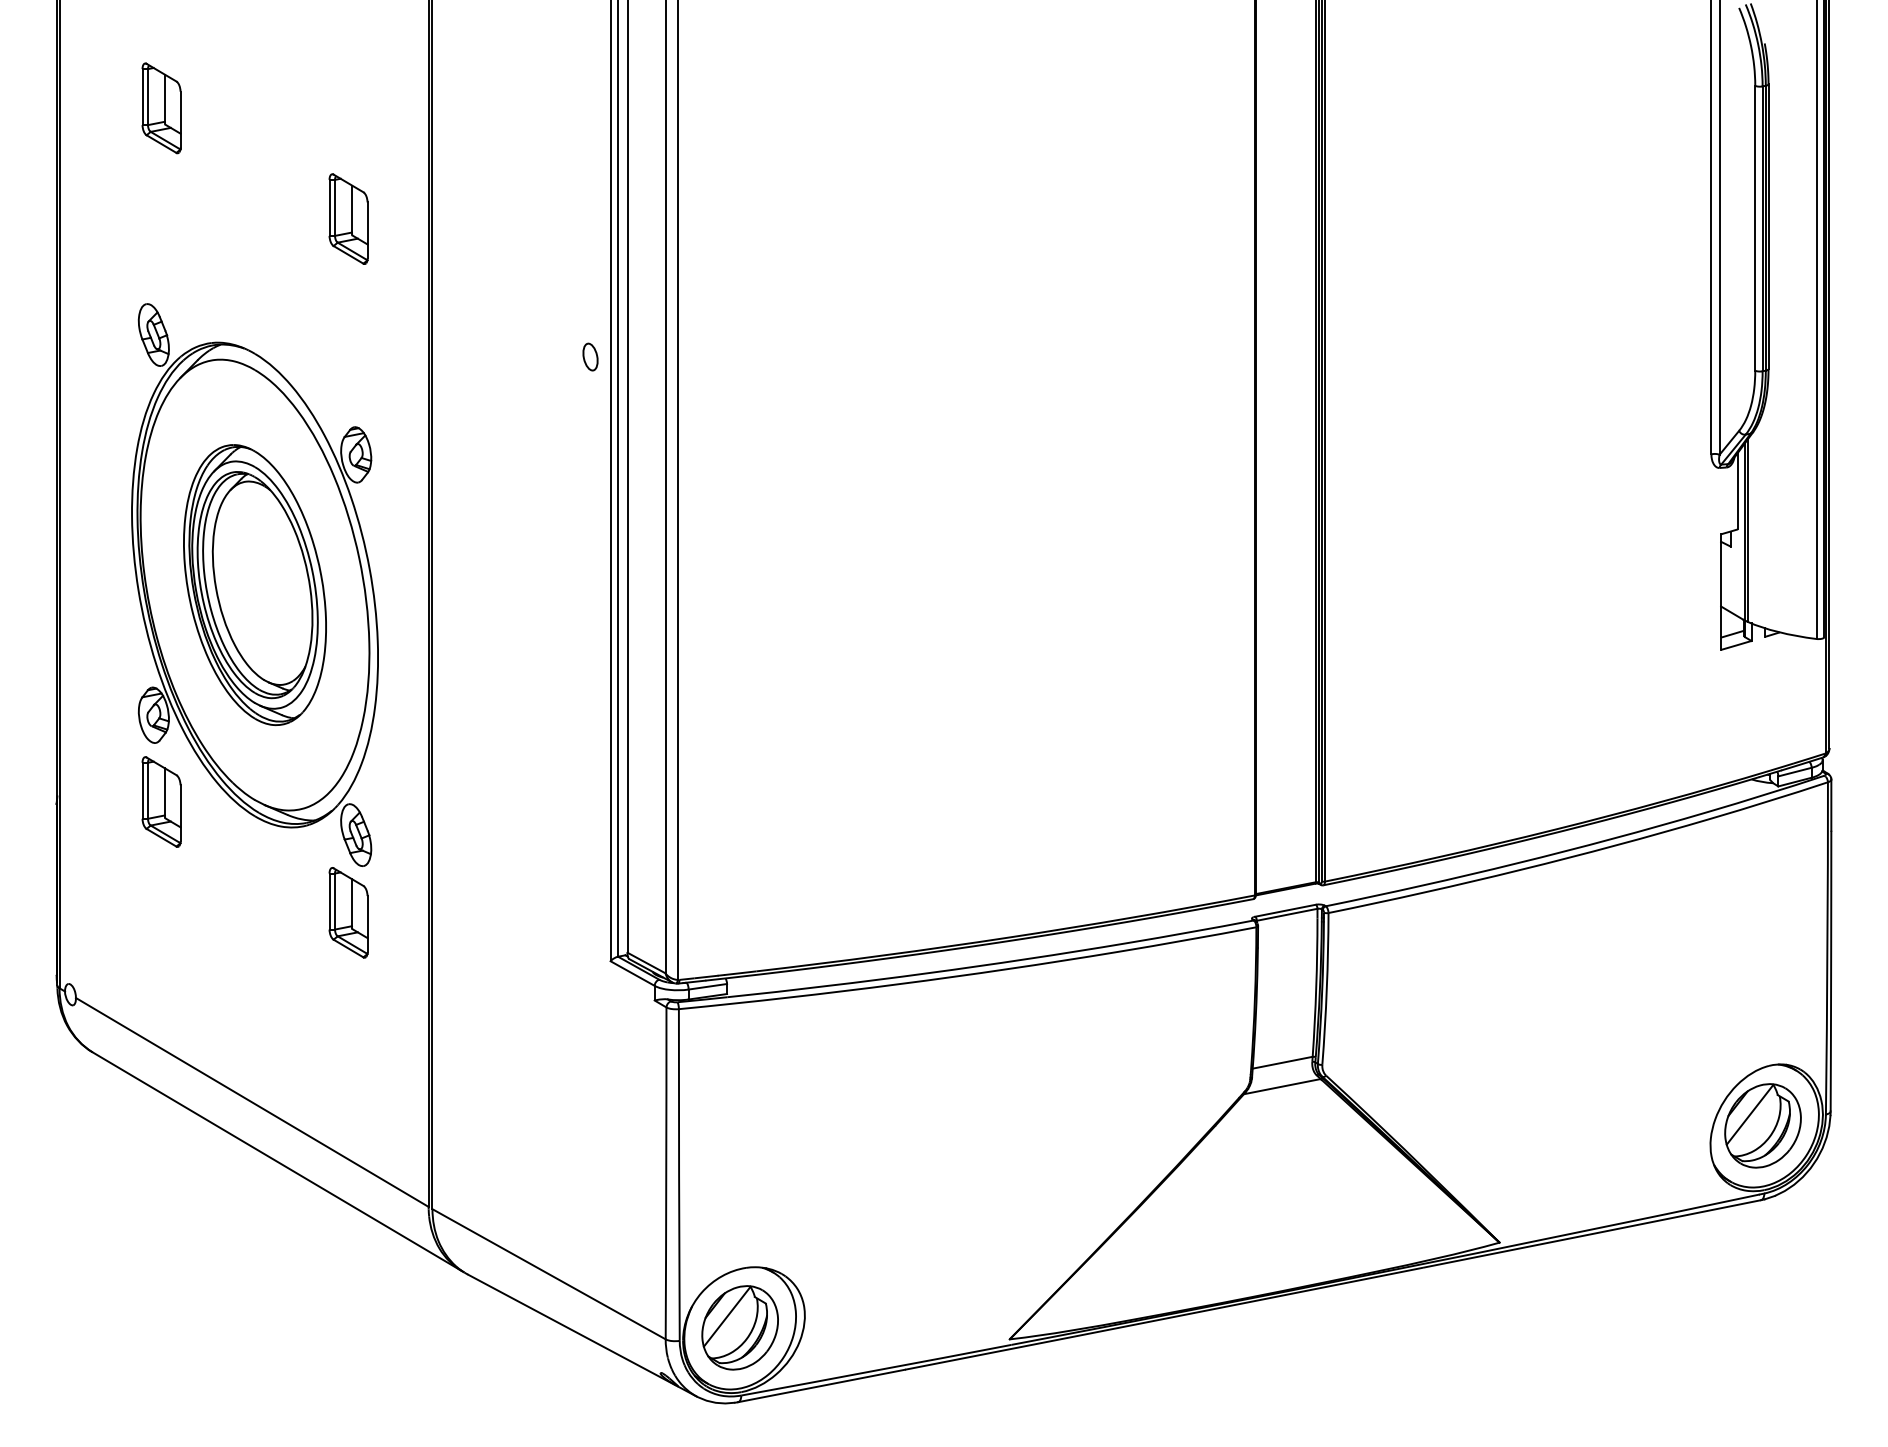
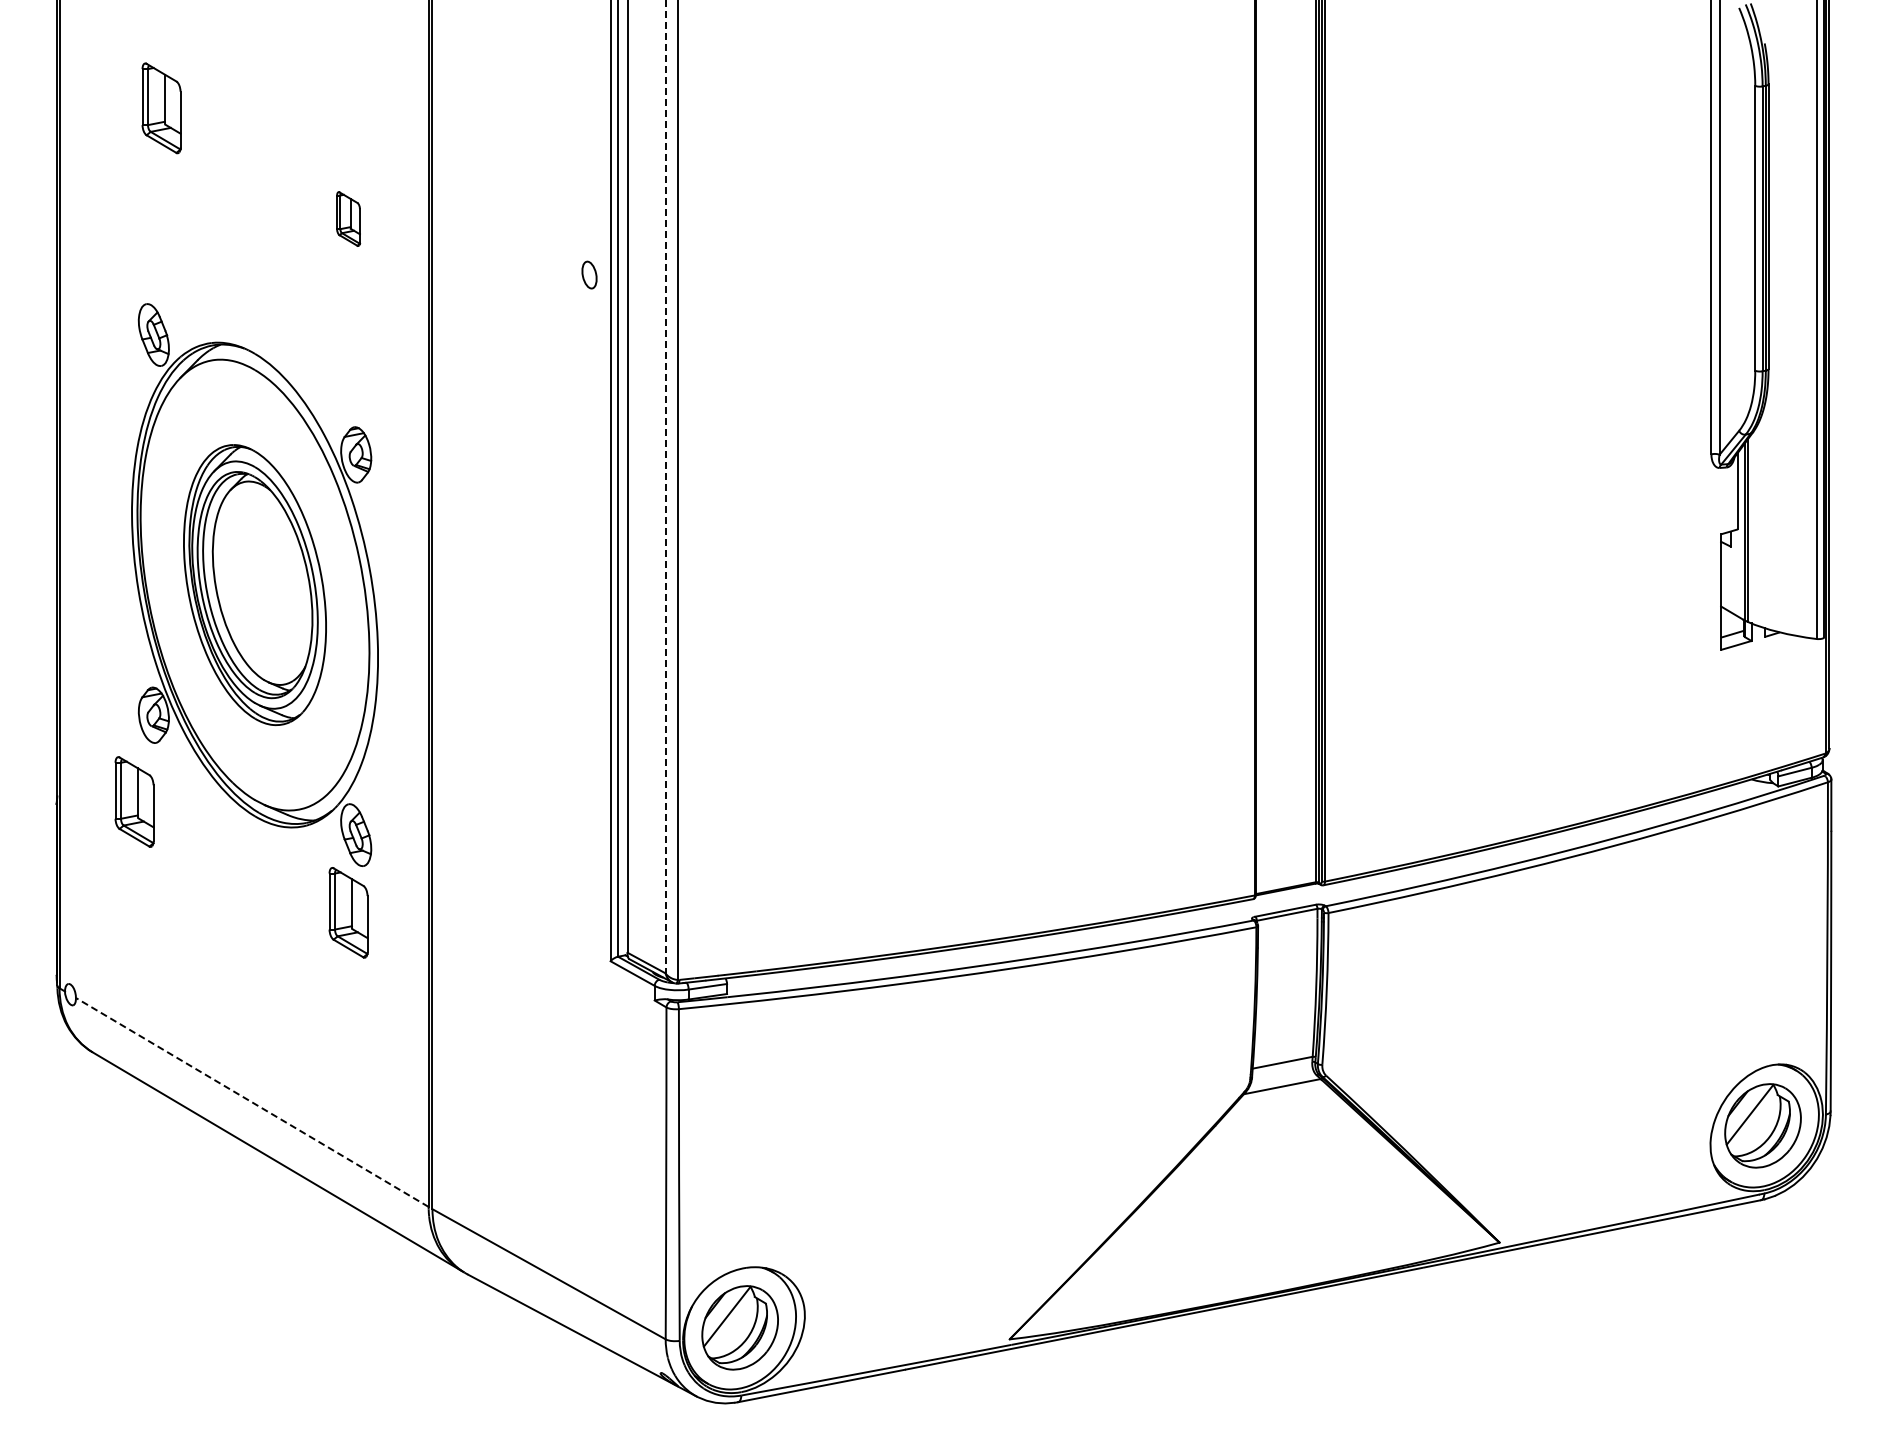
part at (348, 218) size: 41x92 px -> 26x56 px
part at (590, 356) position: (590, 356) -> (589, 274)
line at (665, 487): solid -> dashed
part at (161, 801) position: (161, 801) -> (134, 801)
line at (252, 1102): solid -> dashed
